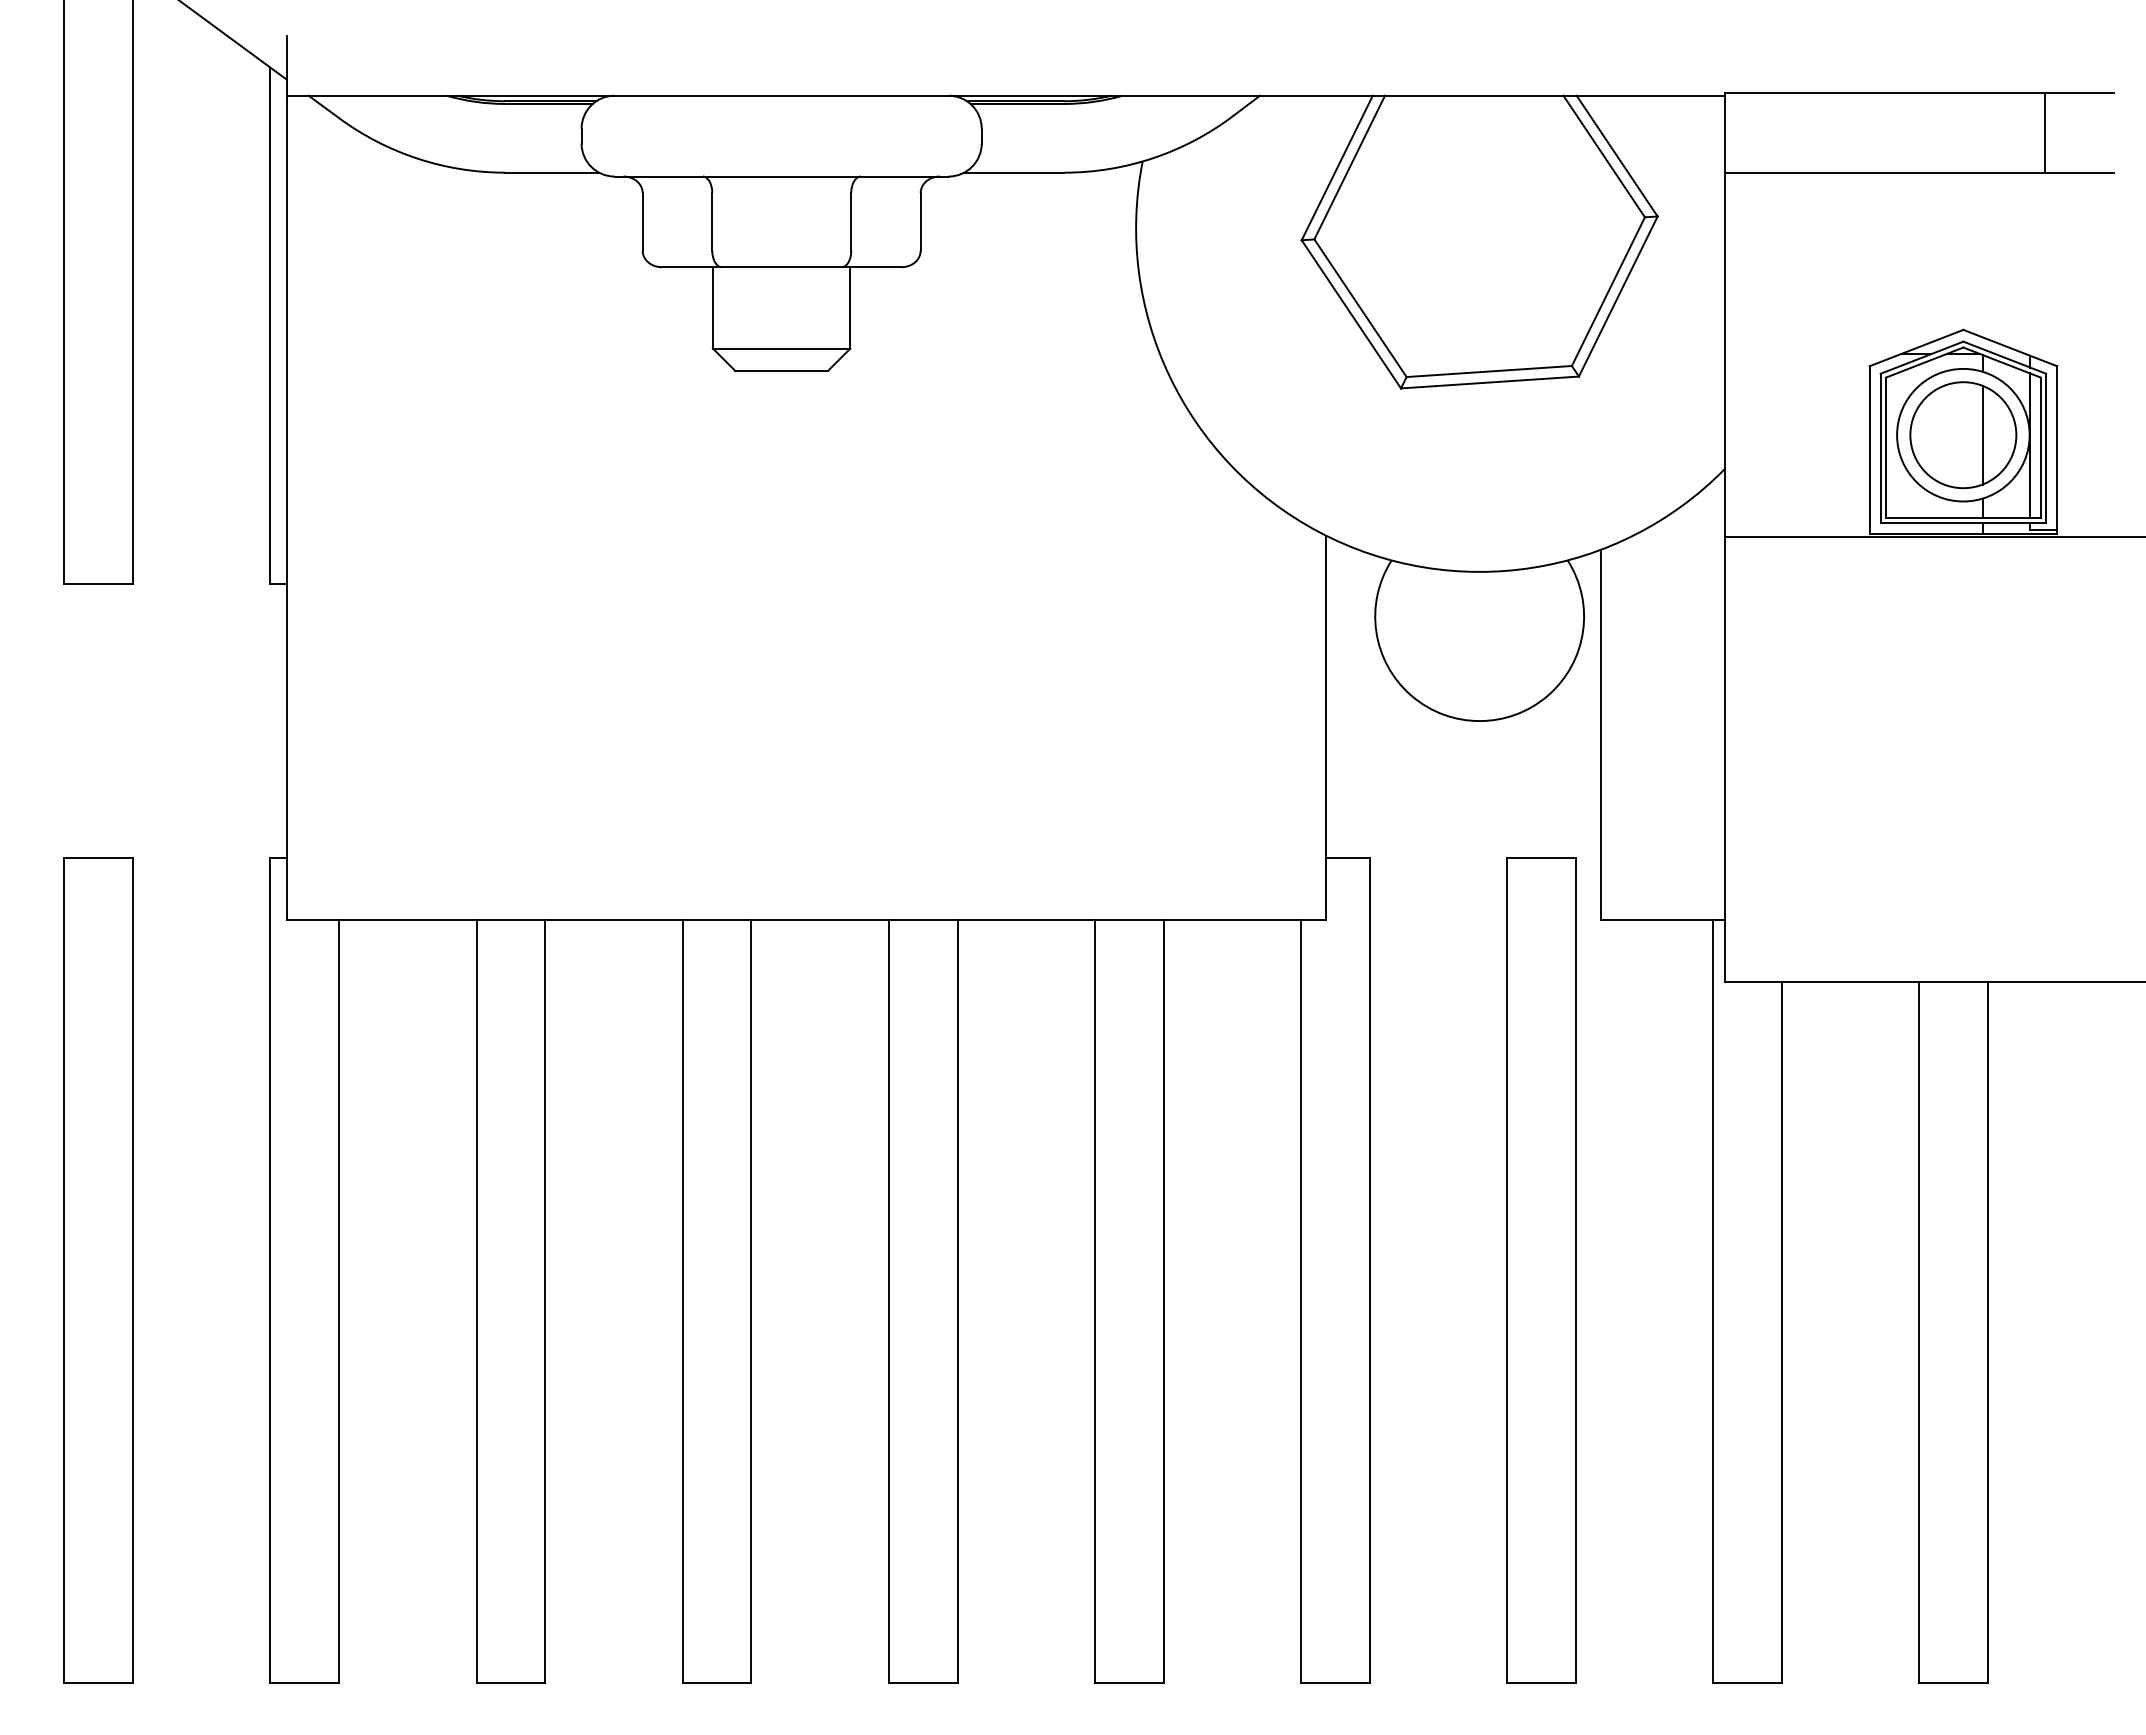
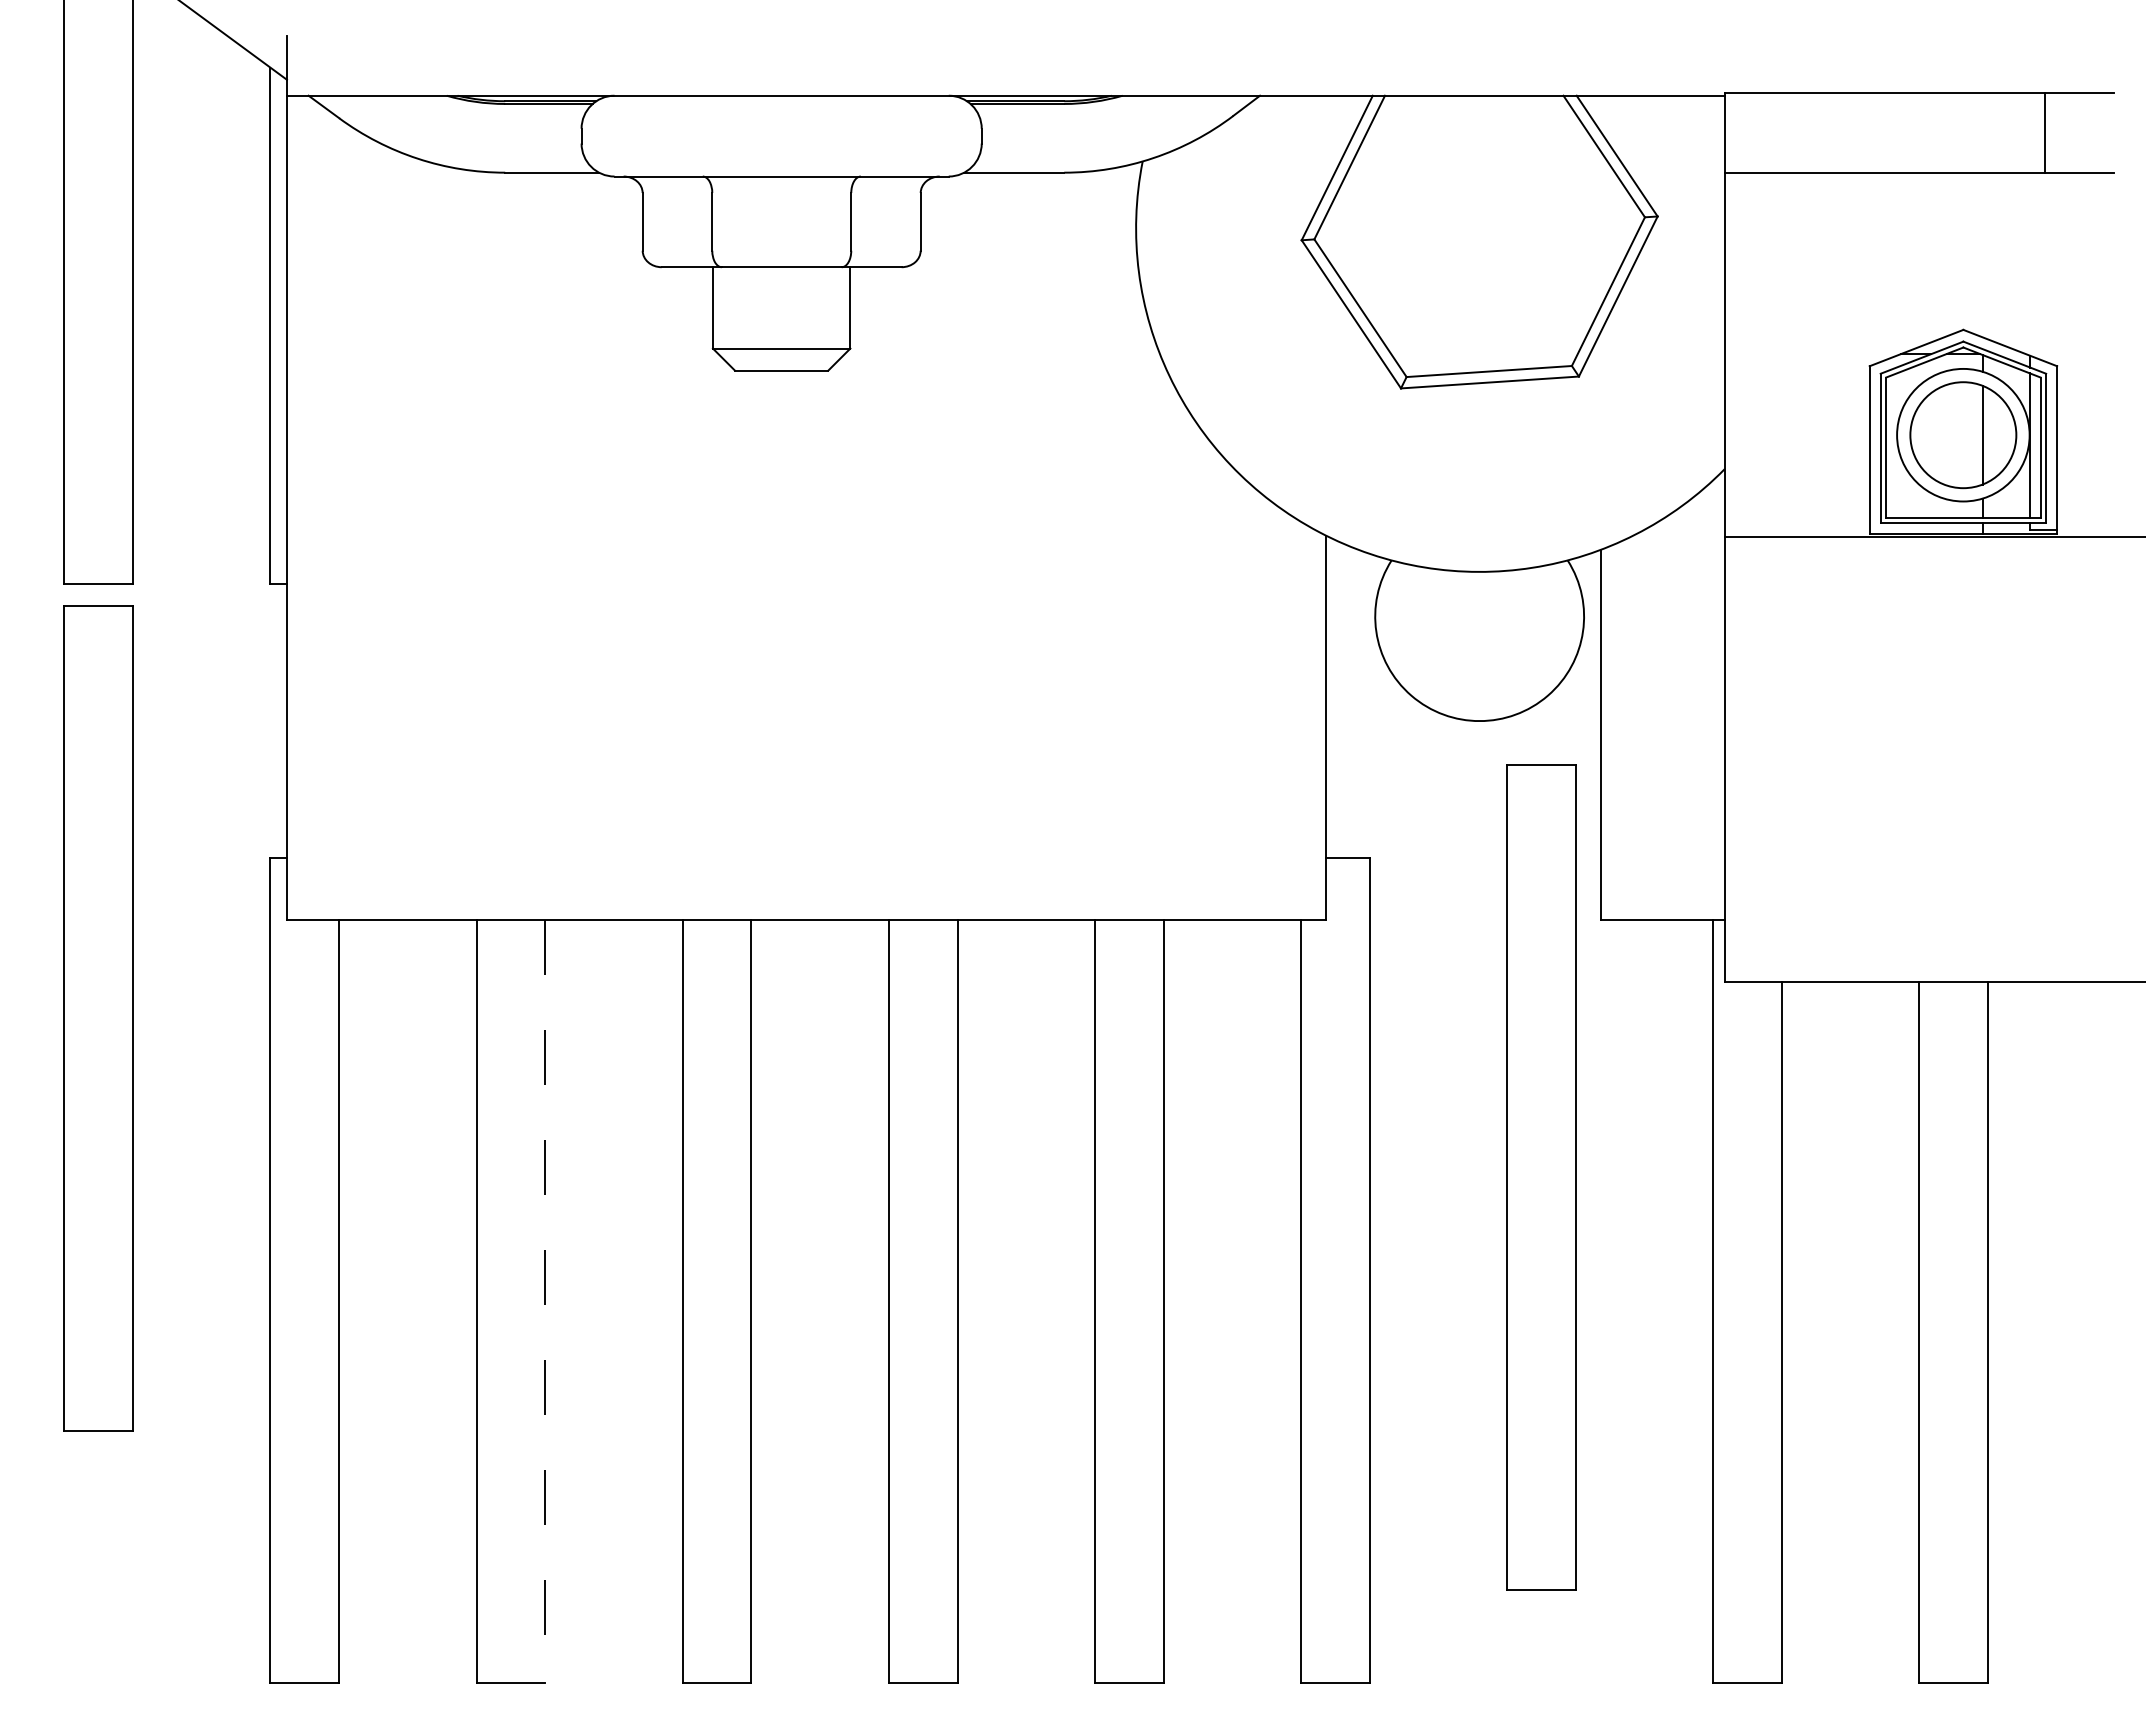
part at (98, 1270) position: (98, 1270) -> (98, 1018)
part at (1541, 1270) position: (1541, 1270) -> (1541, 1177)
line at (545, 1302): solid -> dashed
